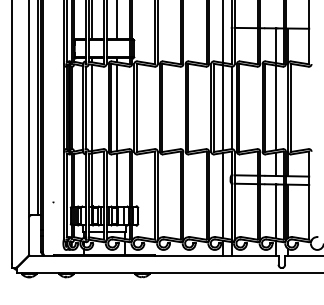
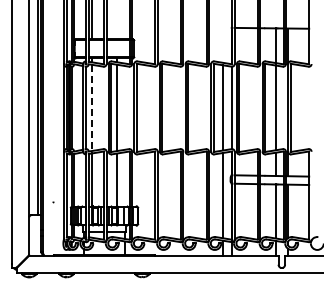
line at (117, 20): present -> none
line at (223, 32): present -> none
line at (91, 108): solid -> dashed
